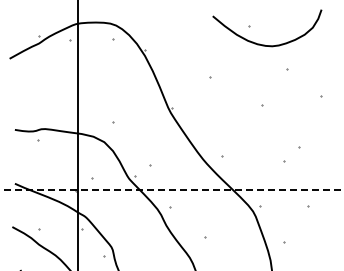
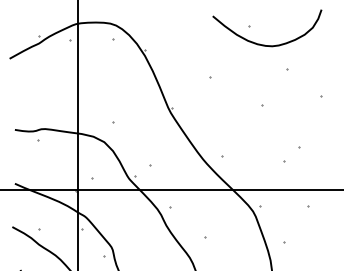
line at (171, 189): dashed -> solid
